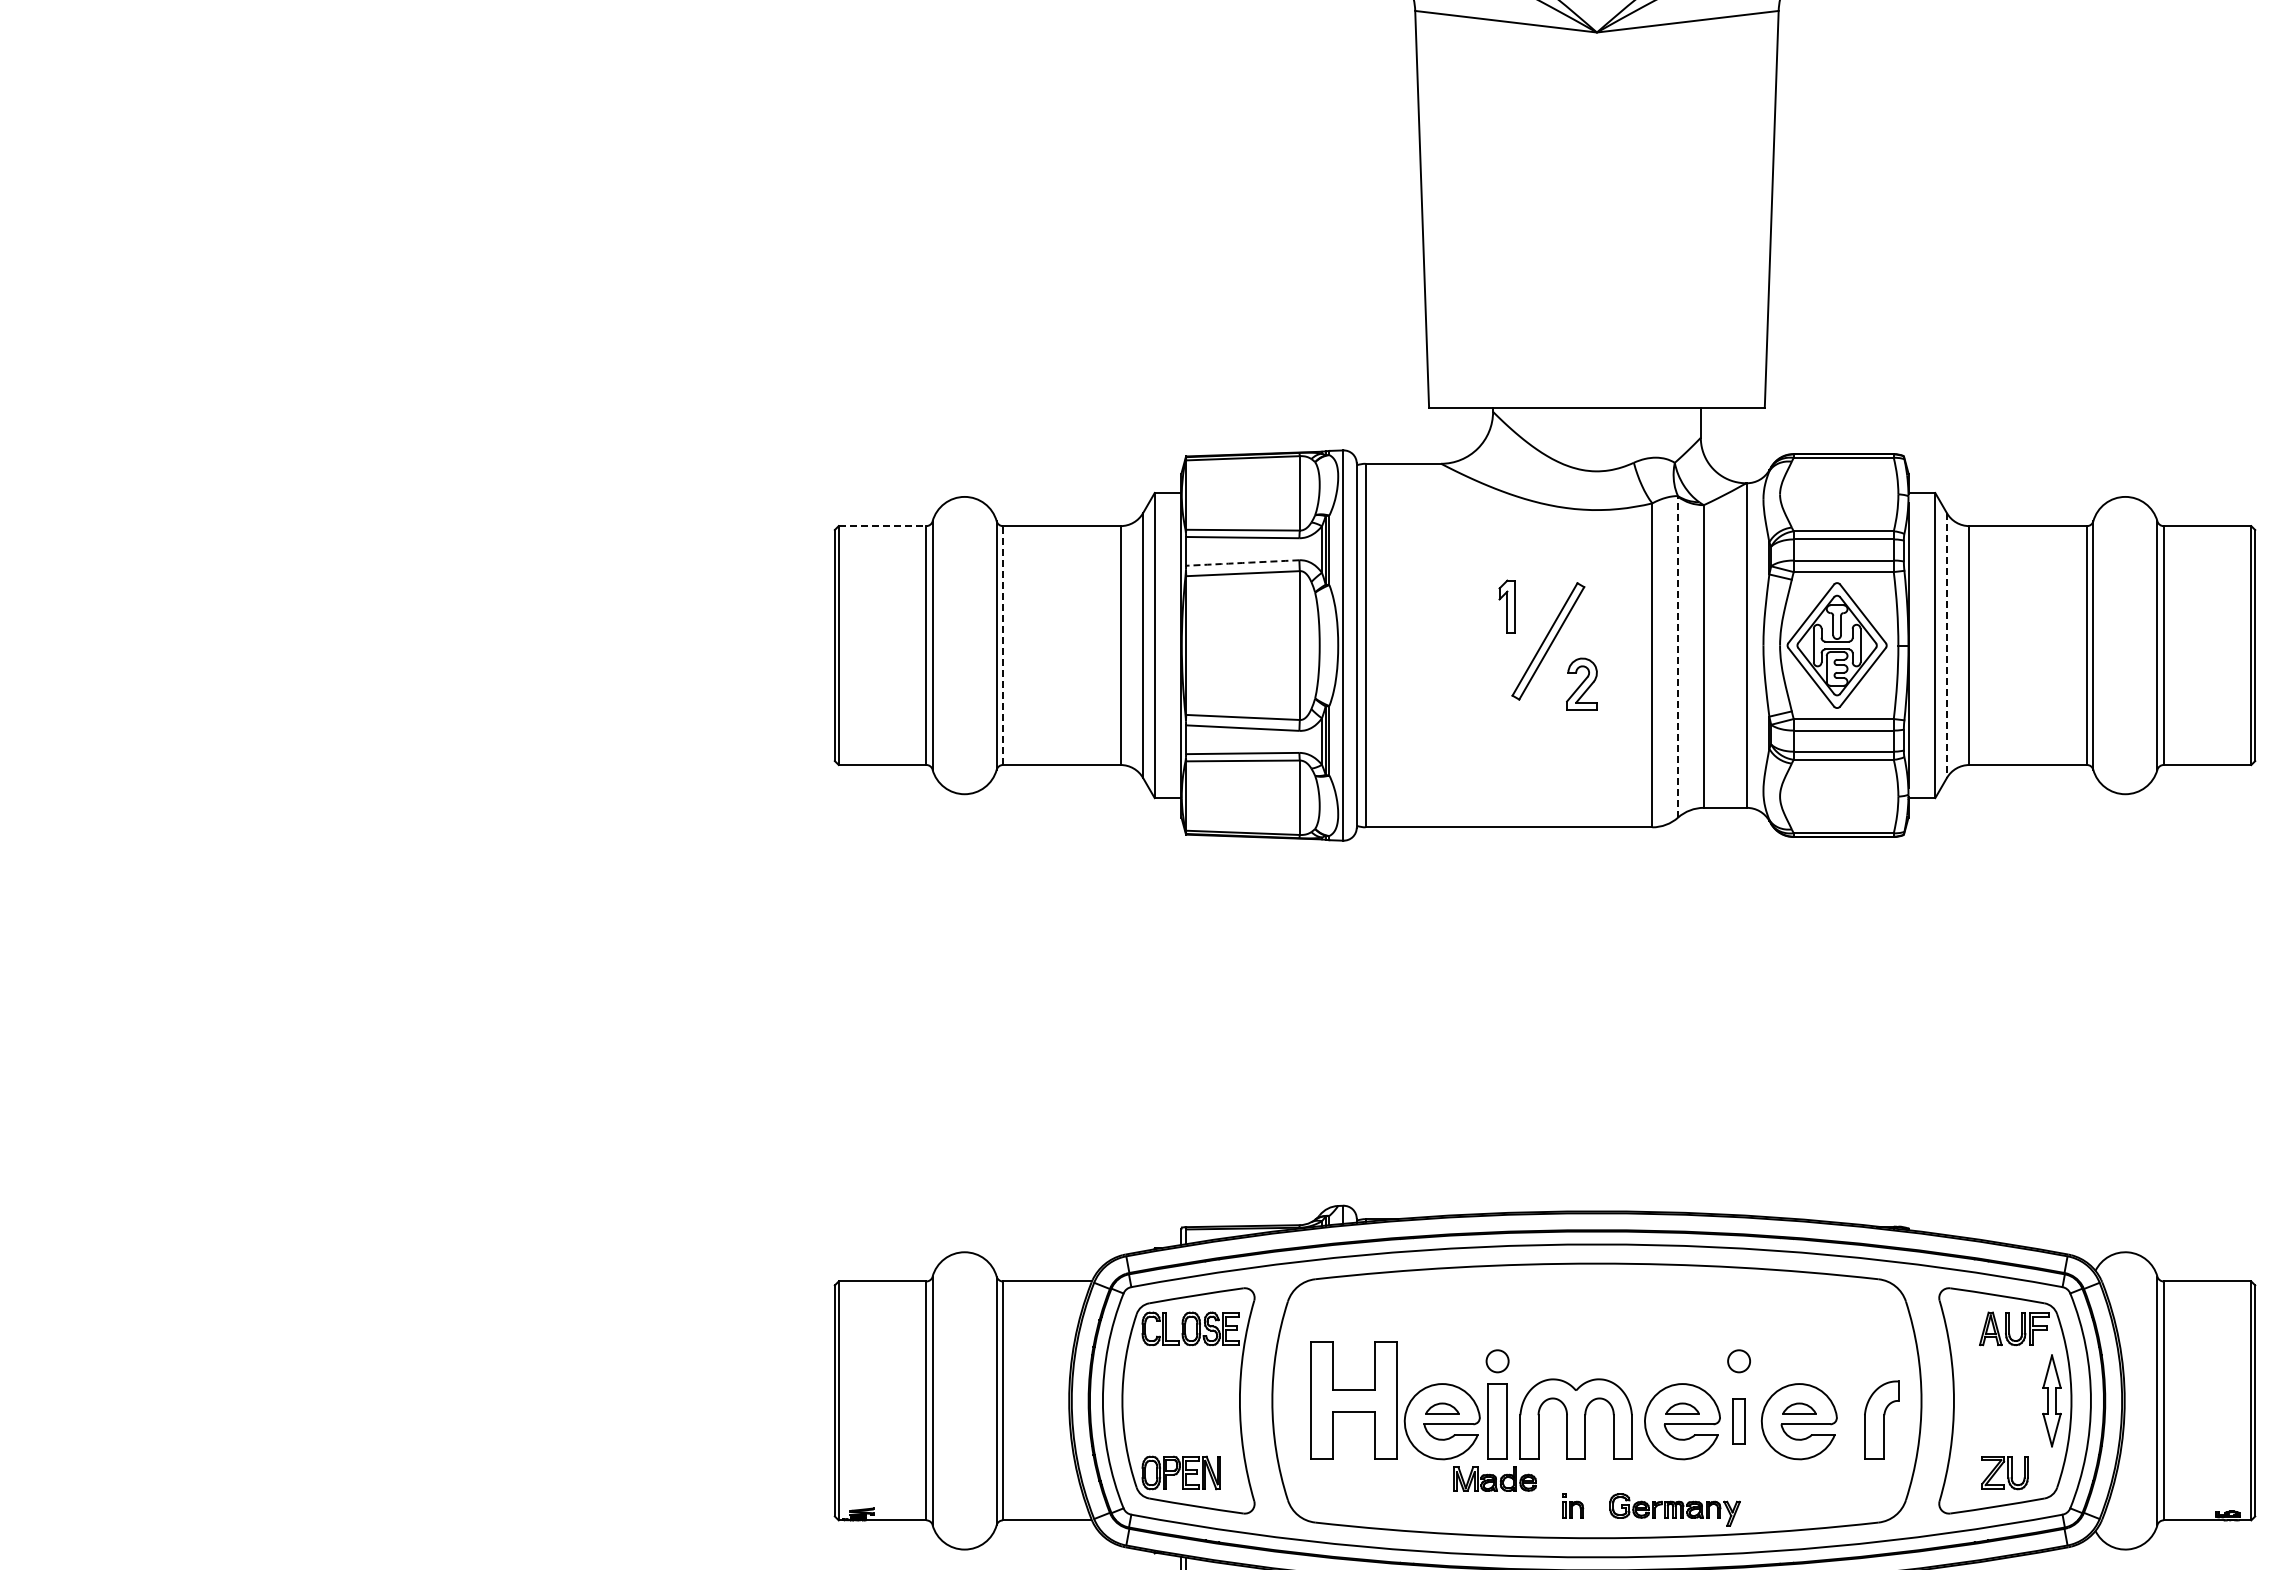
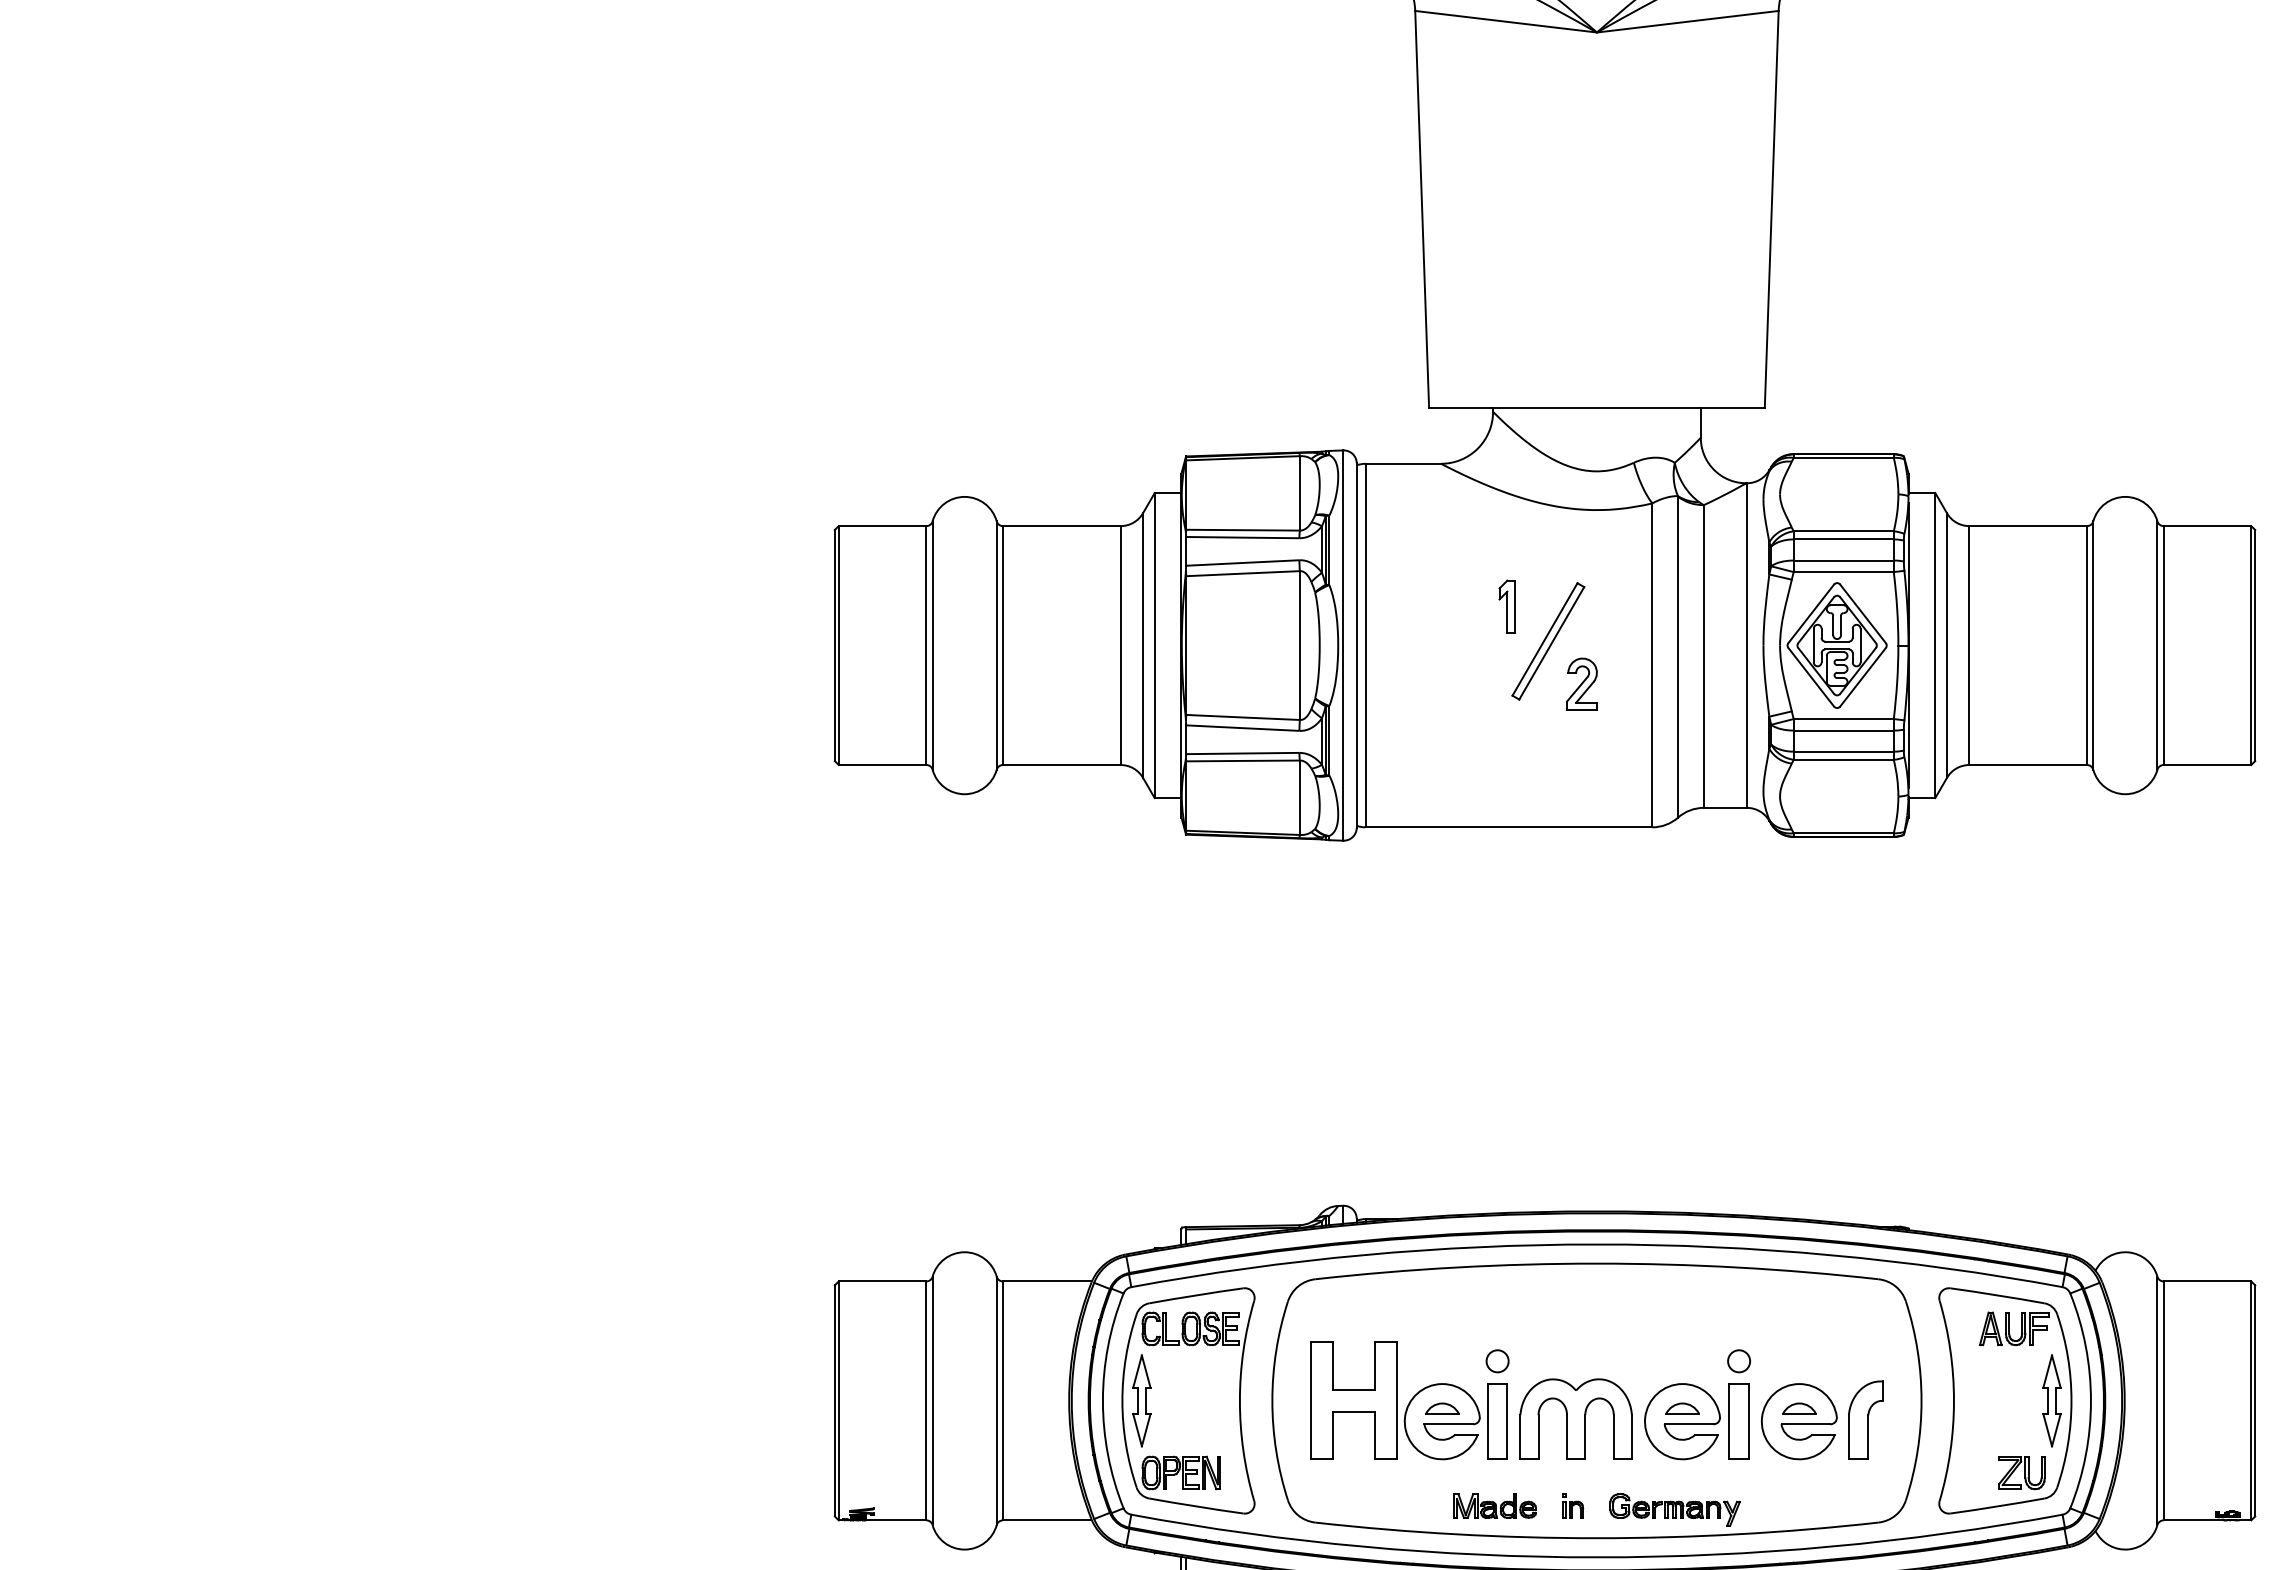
line at (882, 526): dashed -> solid
arc at (1242, 562): dashed -> solid
line at (1002, 645): dashed -> solid
line at (1946, 646): dashed -> solid
line at (1678, 656): dashed -> solid
part at (1141, 1400): none -> present
part at (1881, 1419) position: (1881, 1419) -> (1865, 1419)
part at (1738, 1421) size: 14x47 px -> 22x77 px
part at (2004, 1473) position: (2004, 1473) -> (2021, 1473)
part at (1494, 1478) position: (1494, 1478) -> (1494, 1505)
